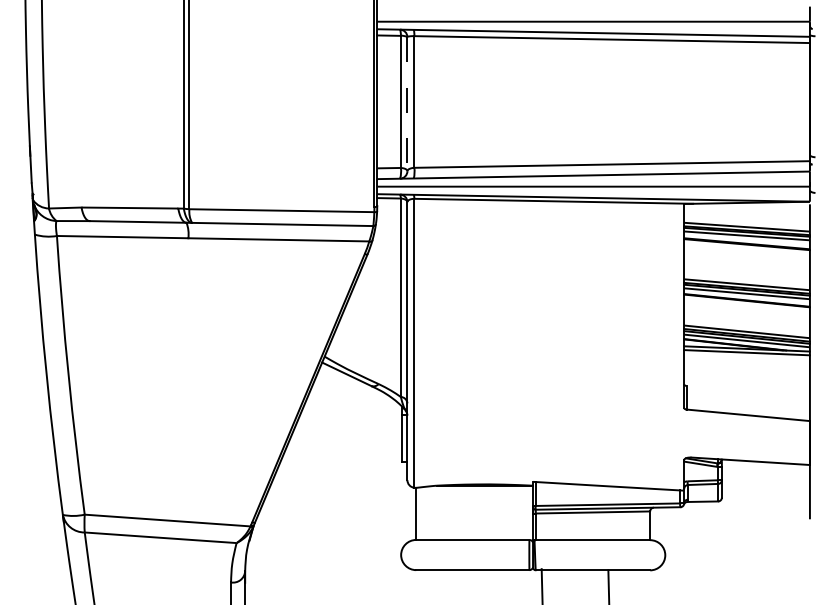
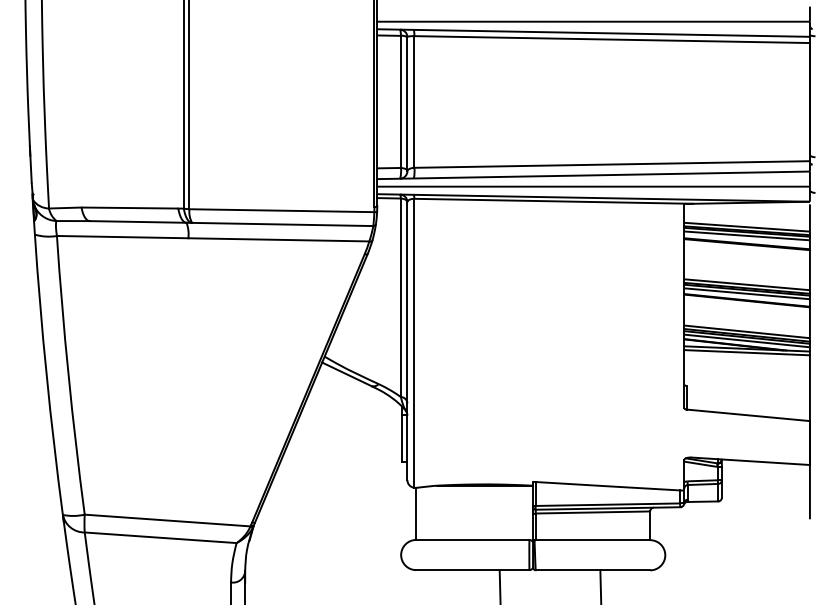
line at (407, 104): dashed -> solid
line at (541, 585) position: (541, 585) -> (499, 585)
line at (608, 585) position: (608, 585) -> (600, 585)
